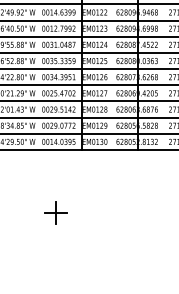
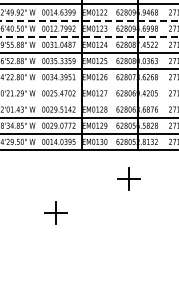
line at (89, 20): solid -> dashed
line at (89, 36): solid -> dashed
line at (88, 85): present -> none
line at (88, 101): present -> none
part at (128, 178): none -> present
